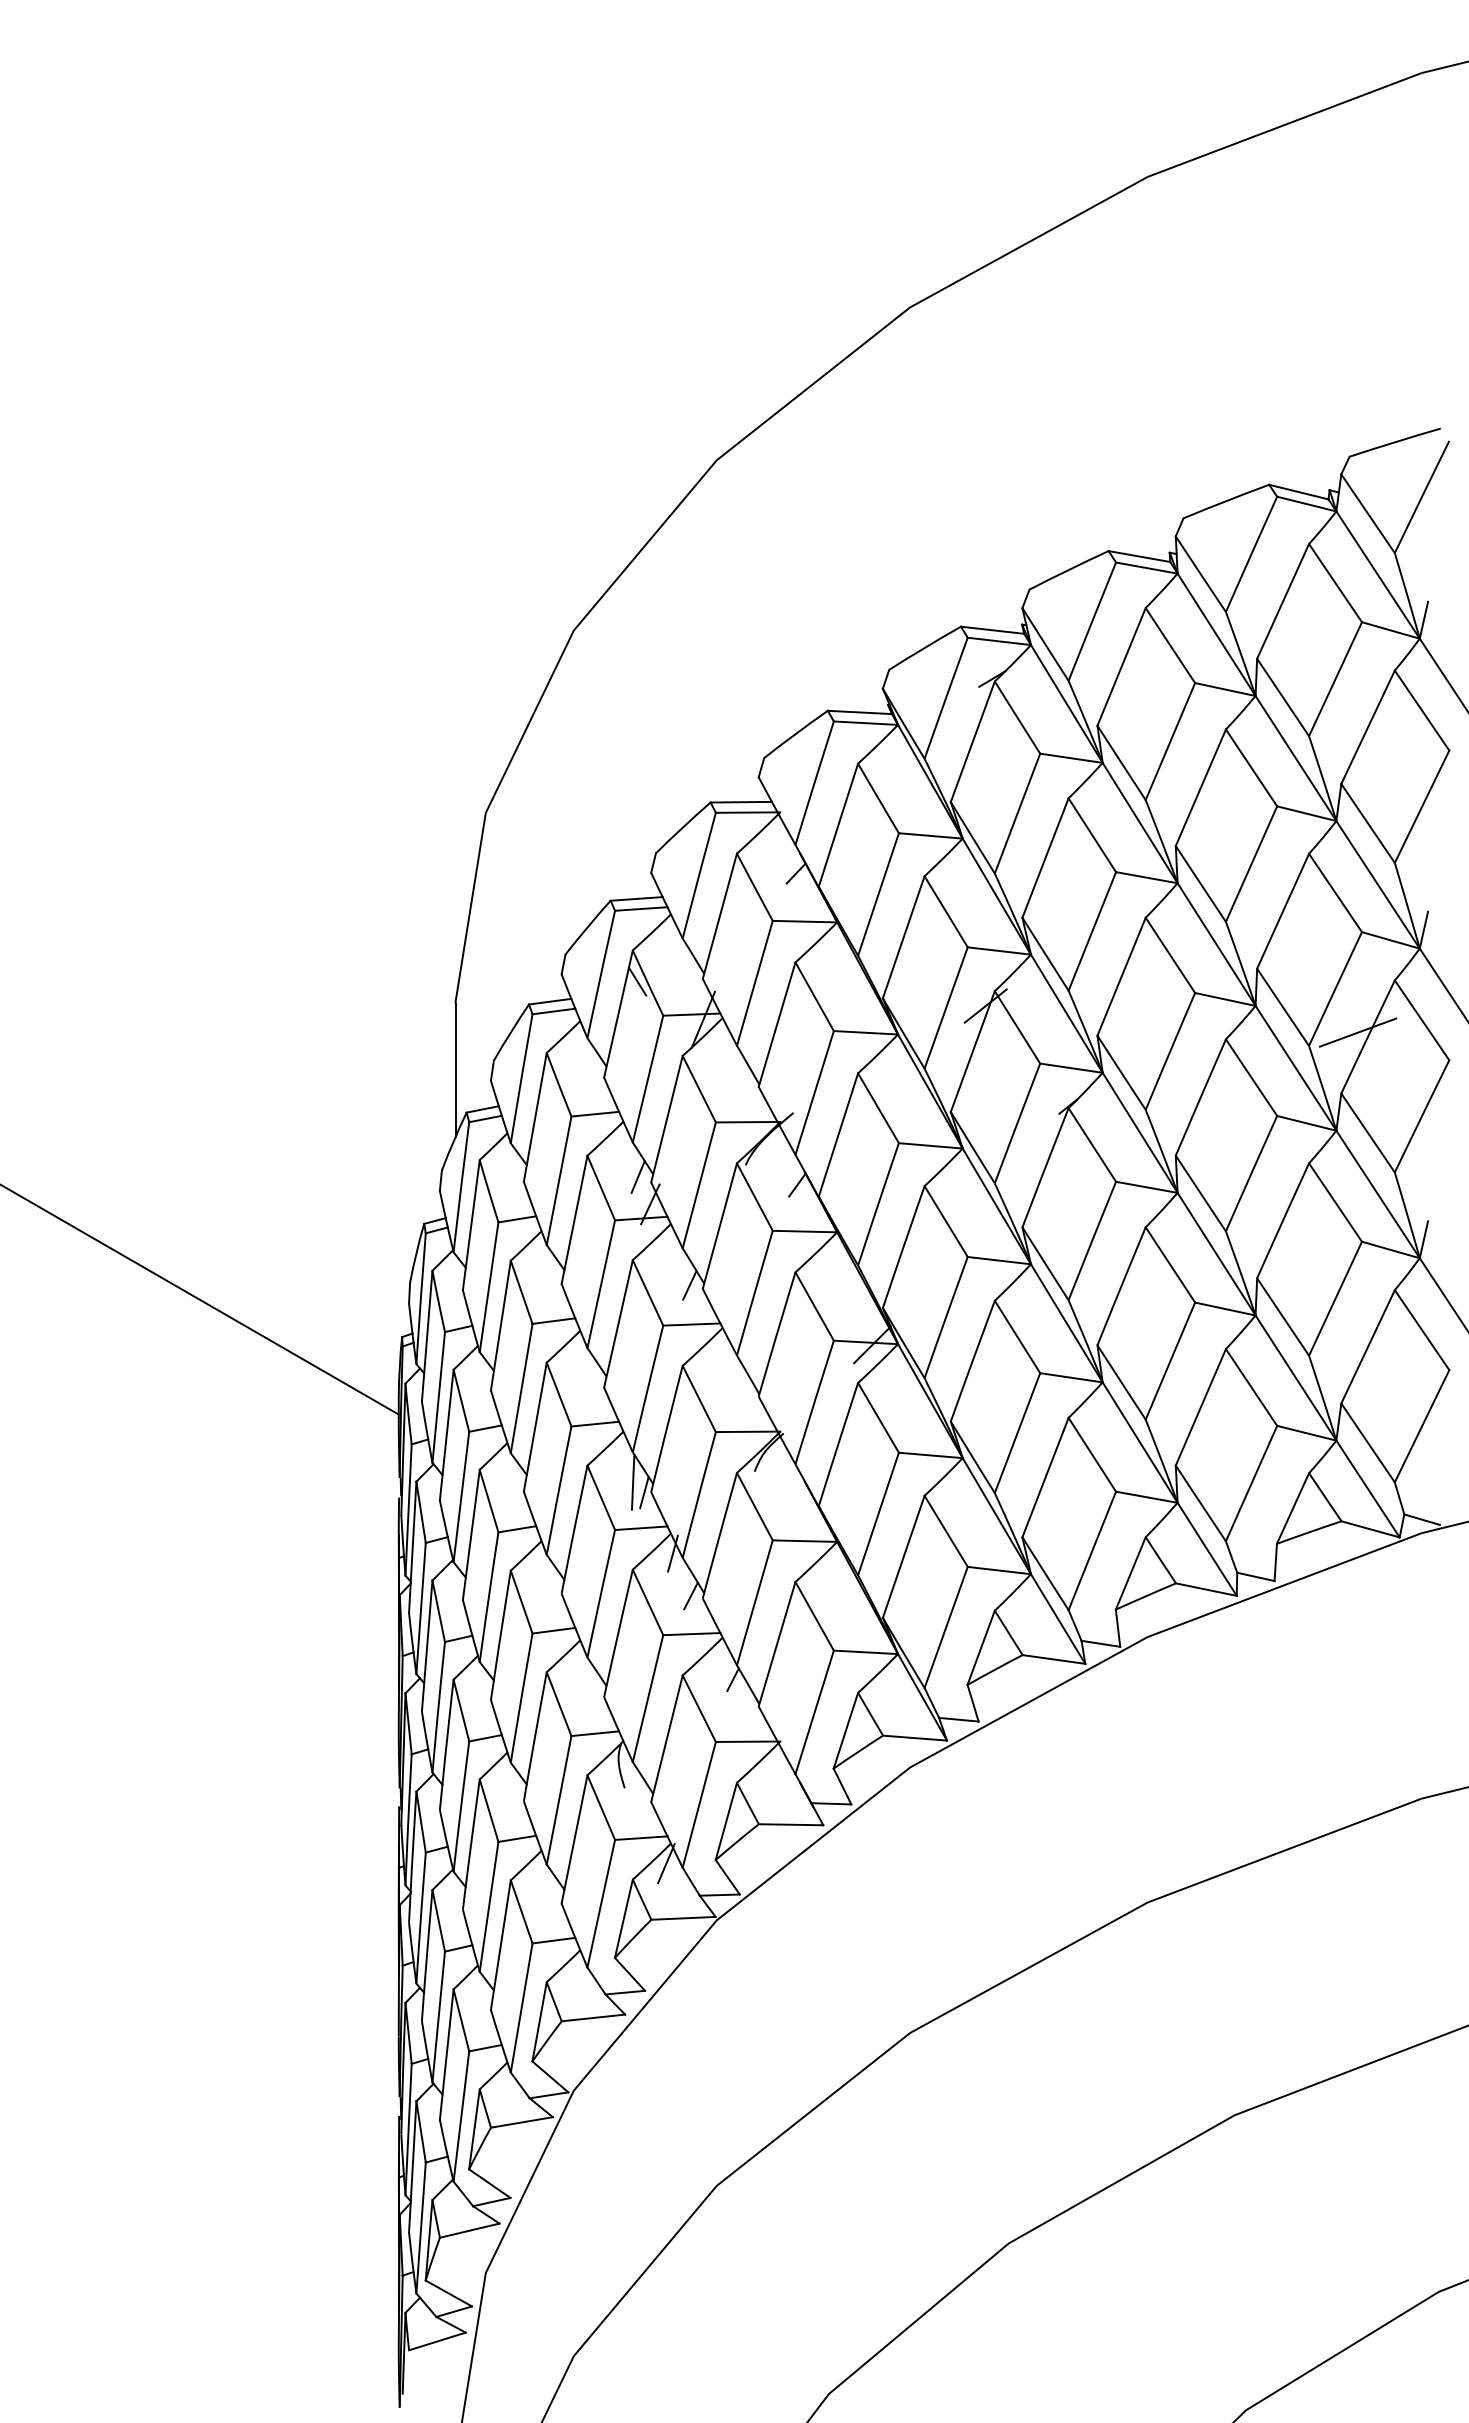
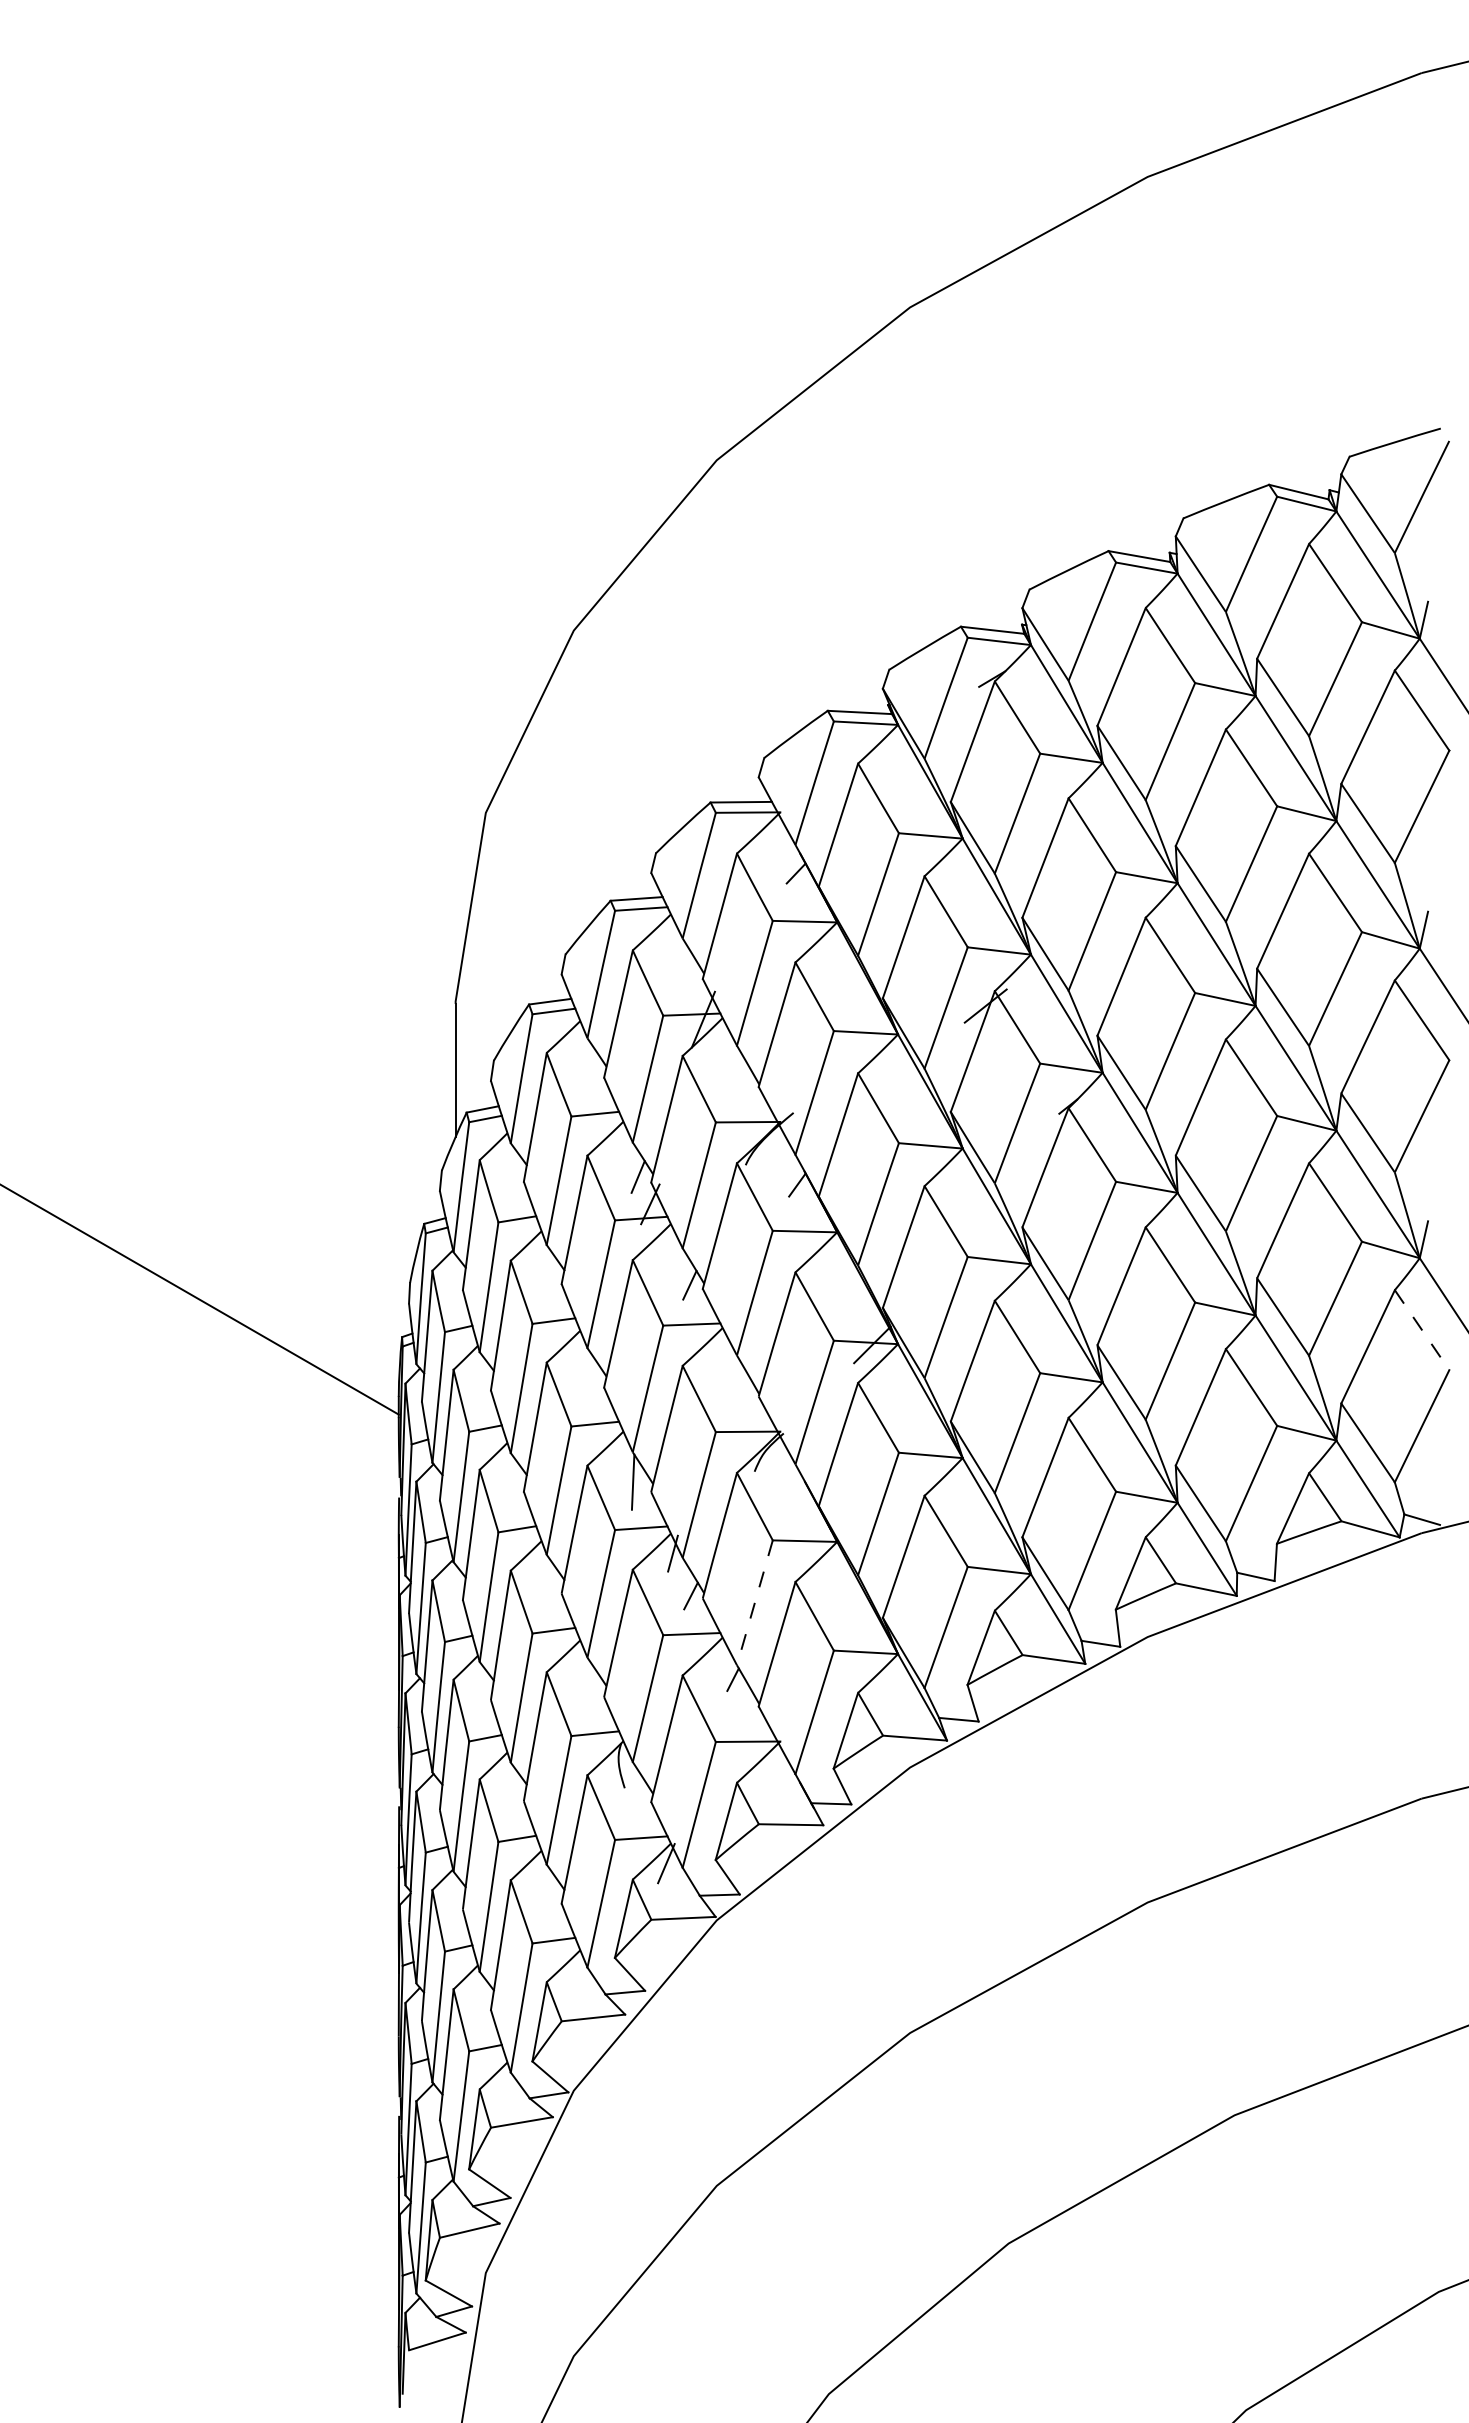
line at (637, 981): present -> none
line at (1357, 1032): present -> none
line at (1422, 1330): solid -> dashed
line at (644, 1492): present -> none
line at (754, 1602): solid -> dashed
